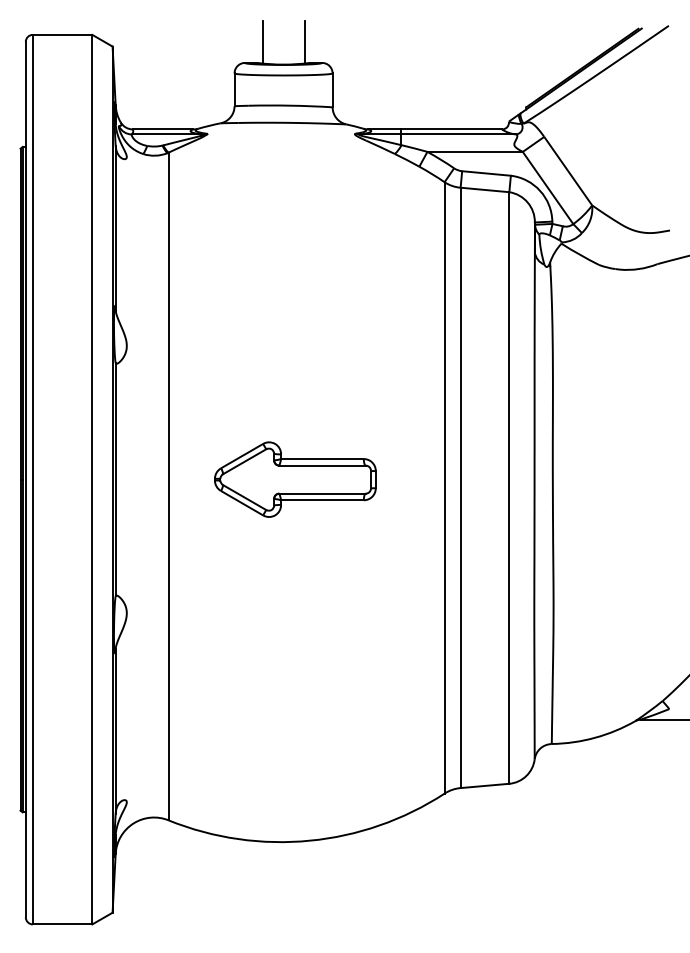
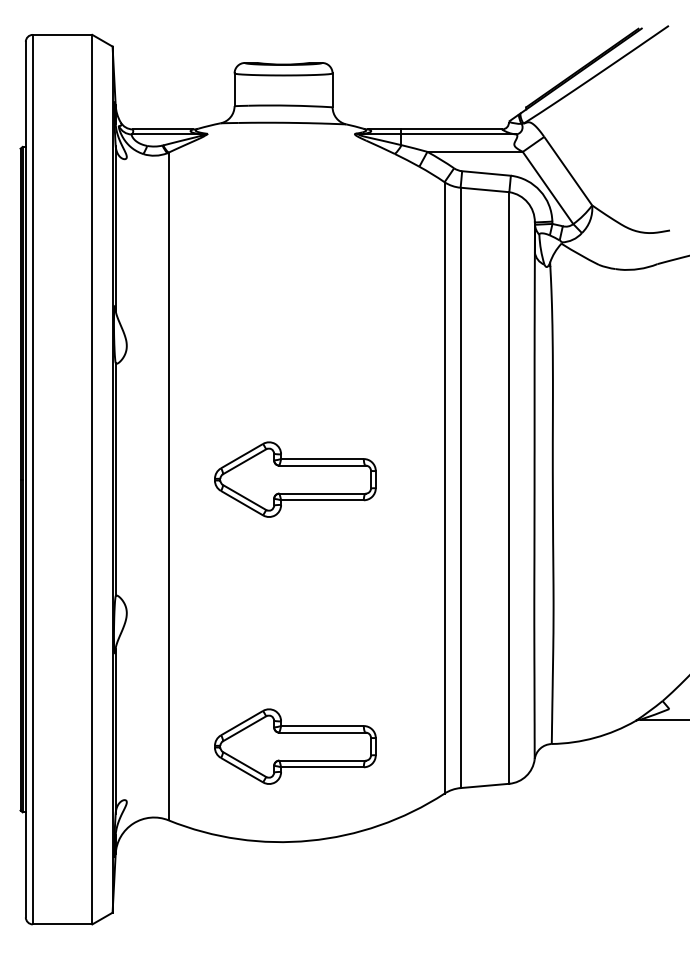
line at (262, 41): present -> none
line at (304, 41): present -> none
part at (295, 746): none -> present
